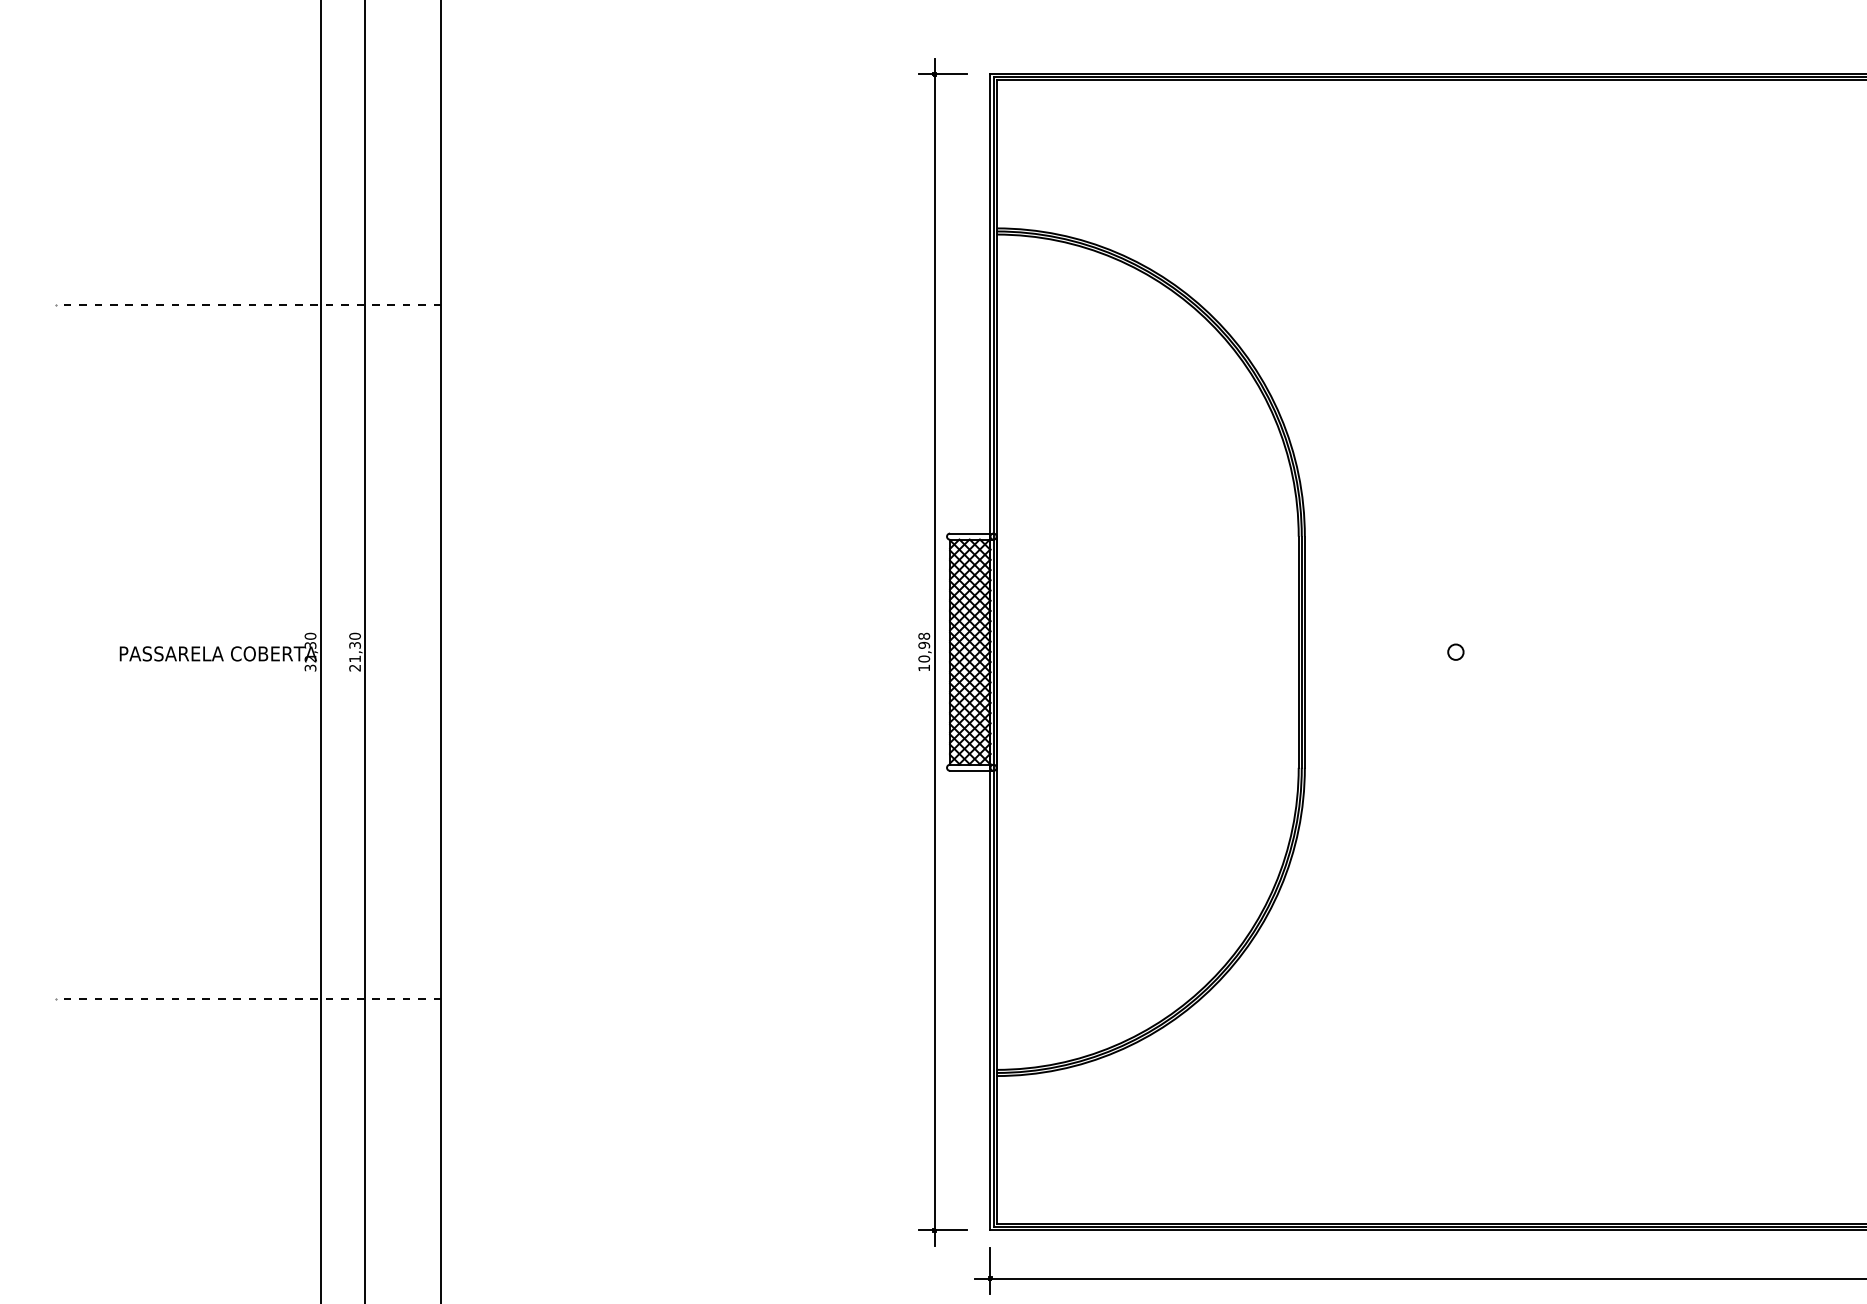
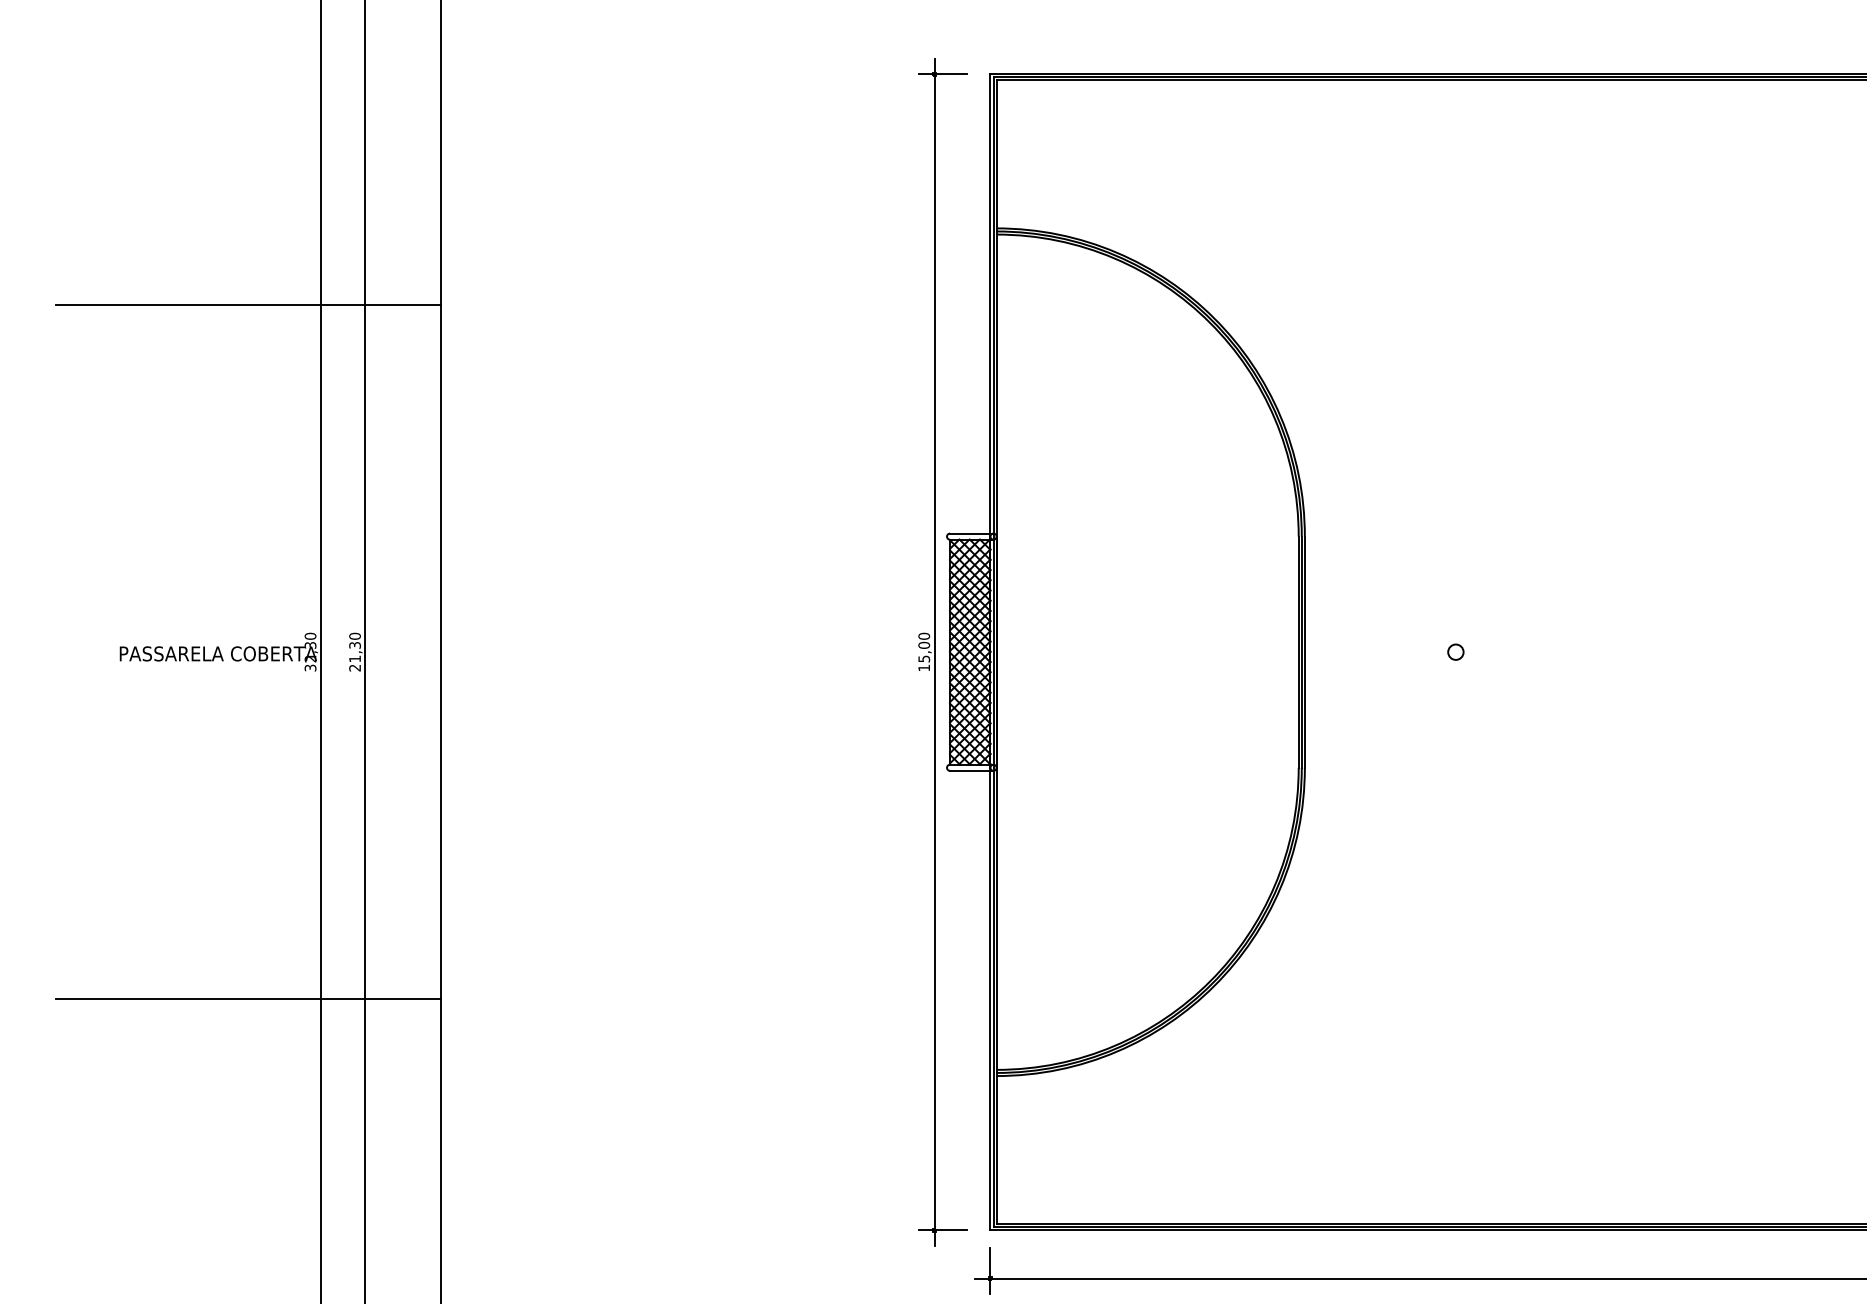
line at (248, 305): dashed -> solid
text at (924, 647): 10,98 -> 15,00
line at (248, 998): dashed -> solid
